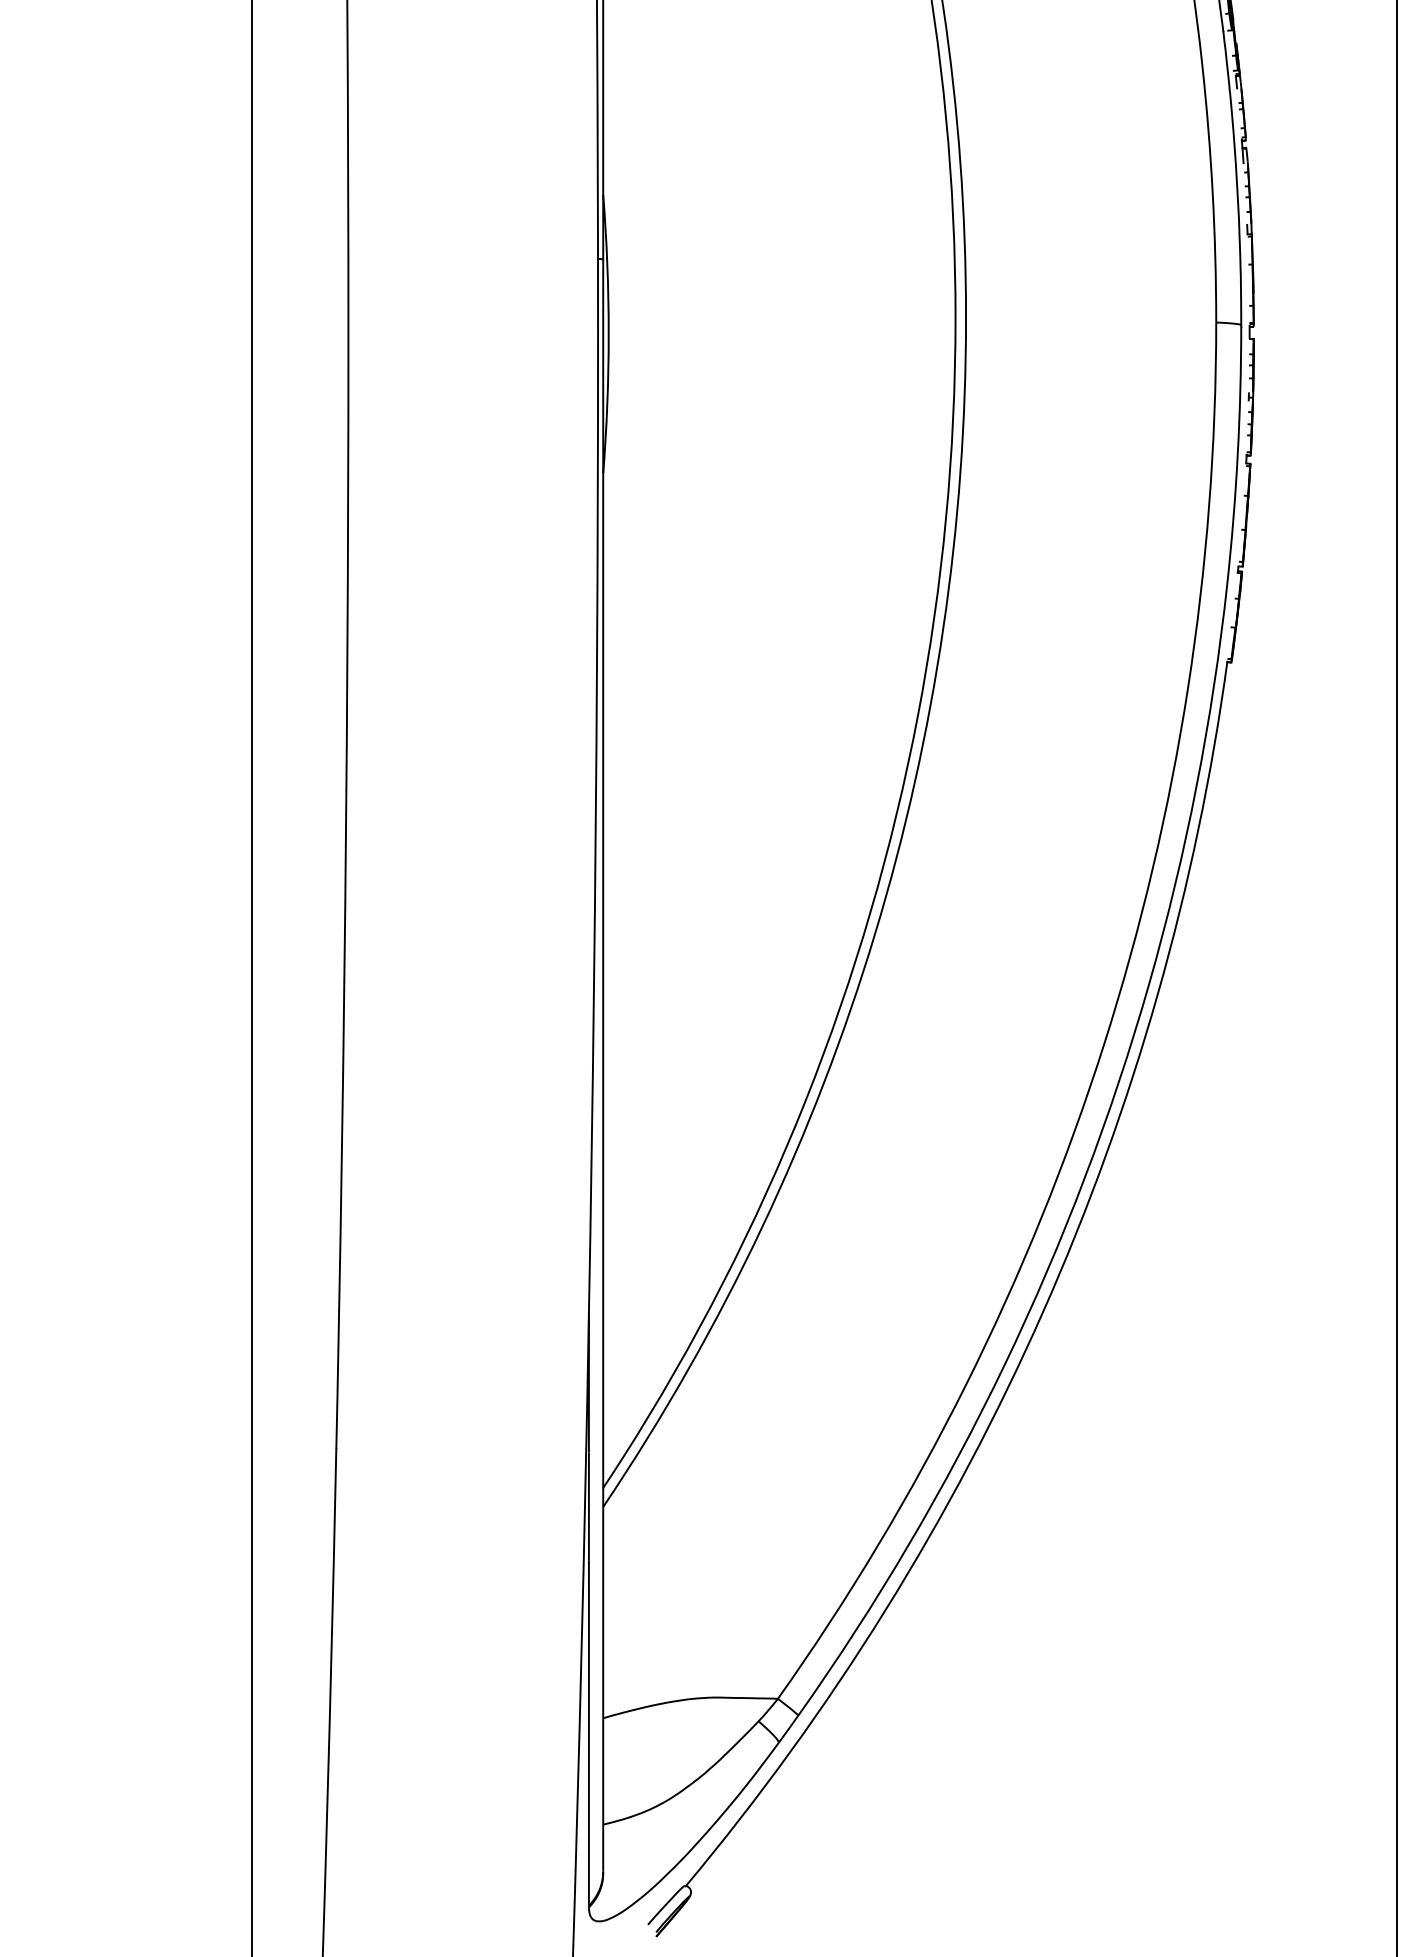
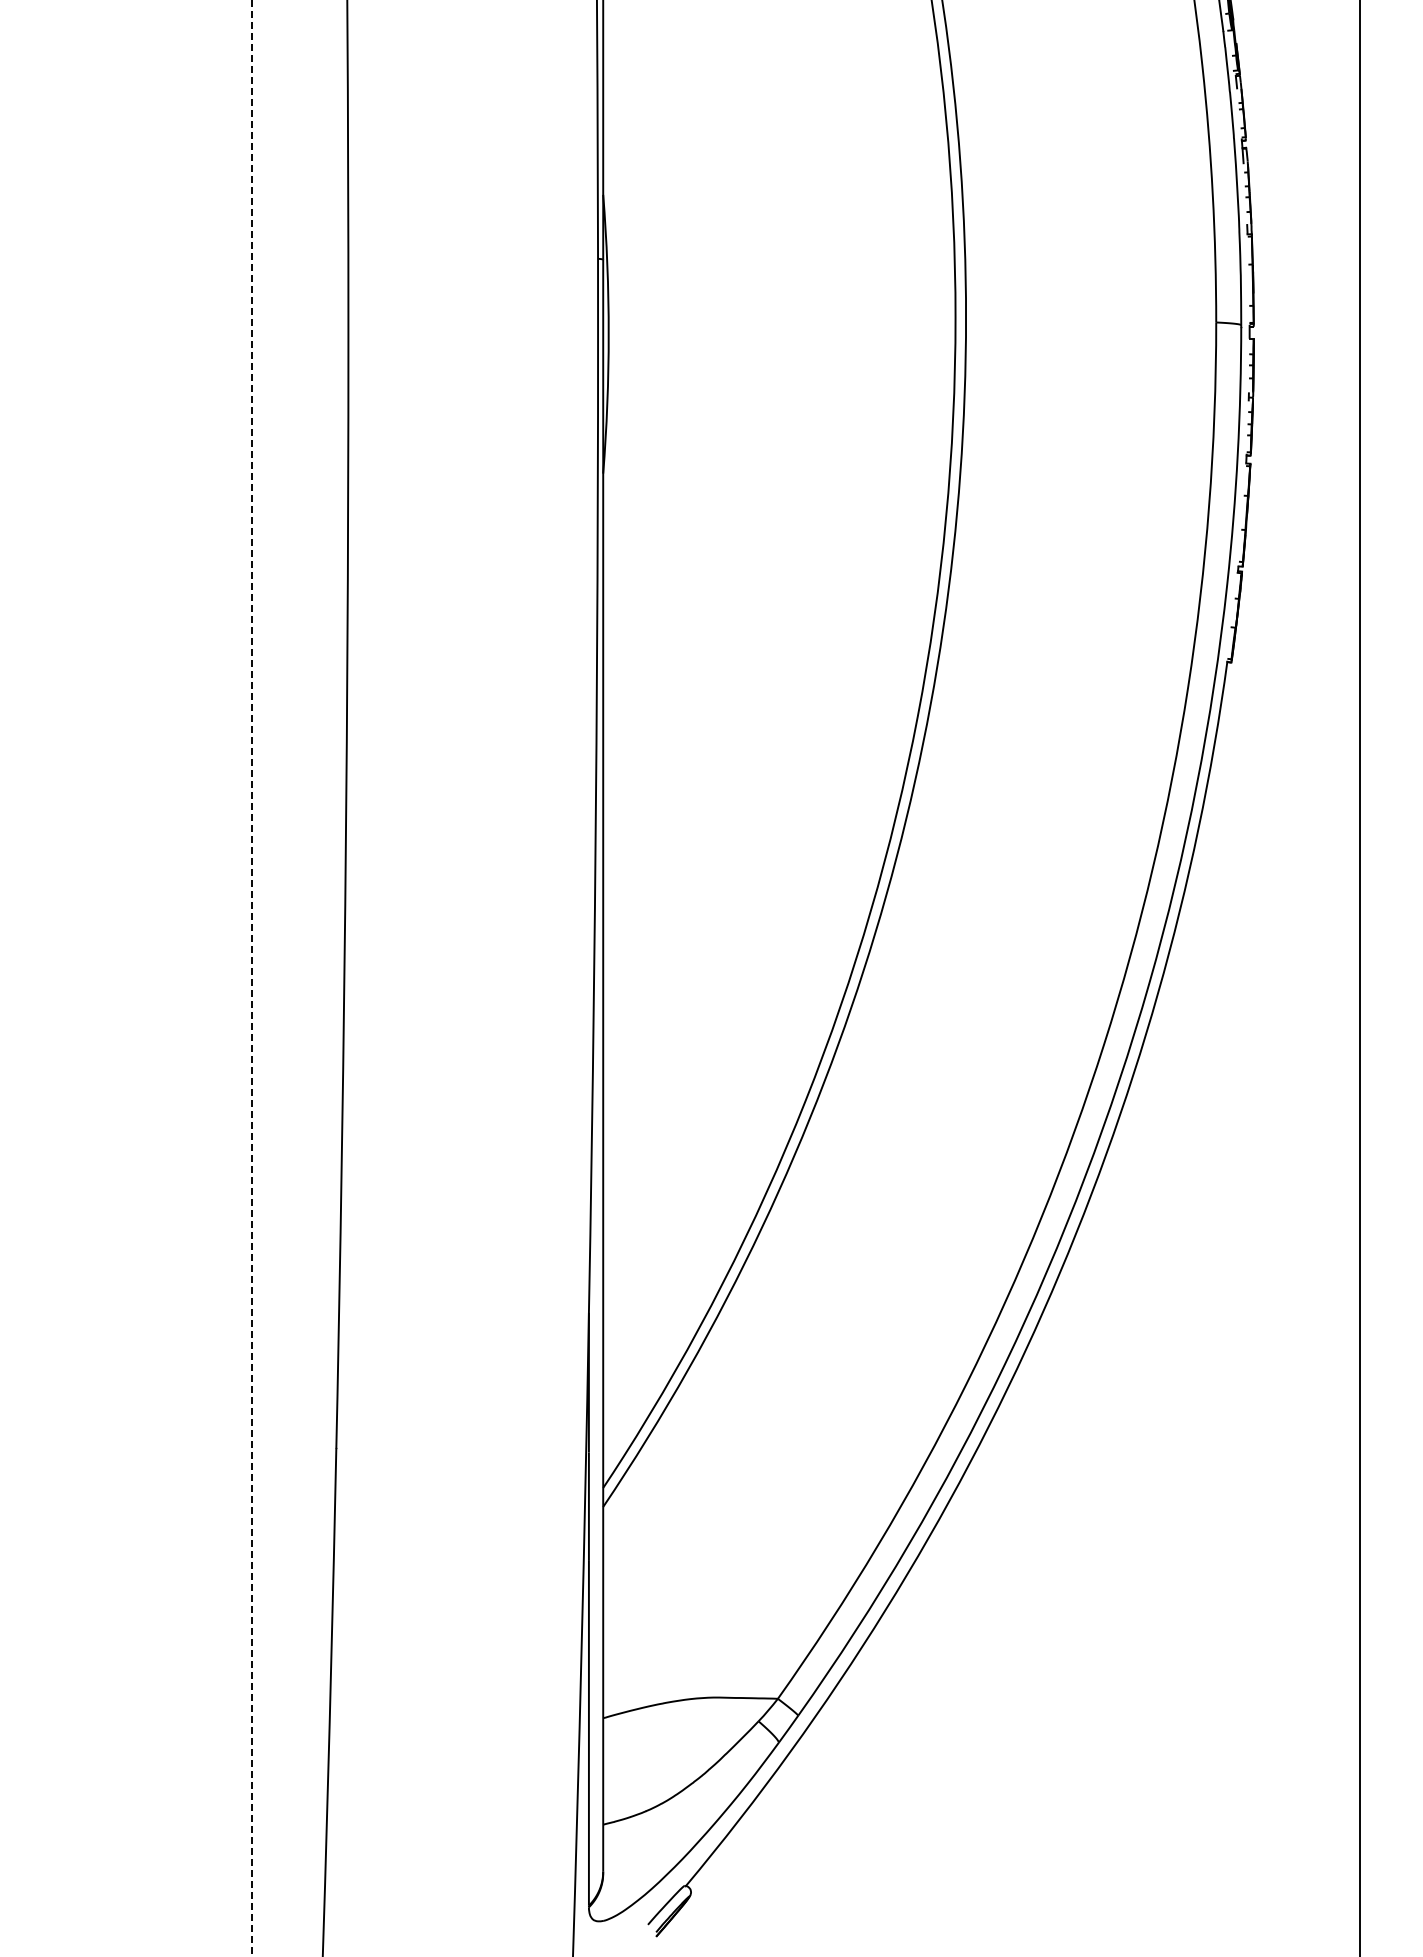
line at (1396, 977) position: (1396, 977) -> (1359, 977)
line at (252, 978): solid -> dashed
